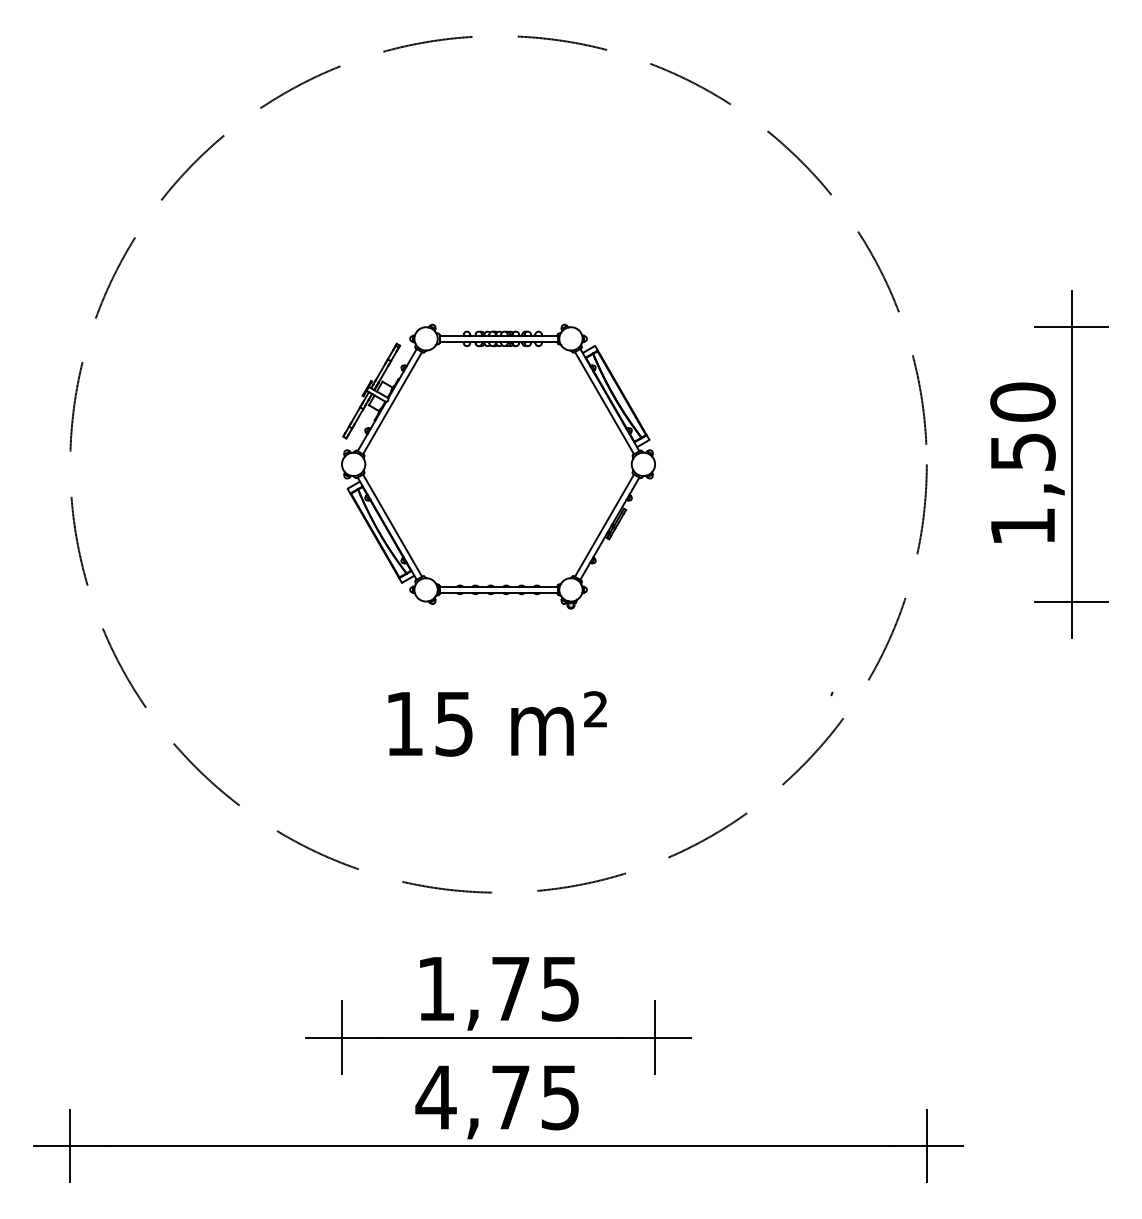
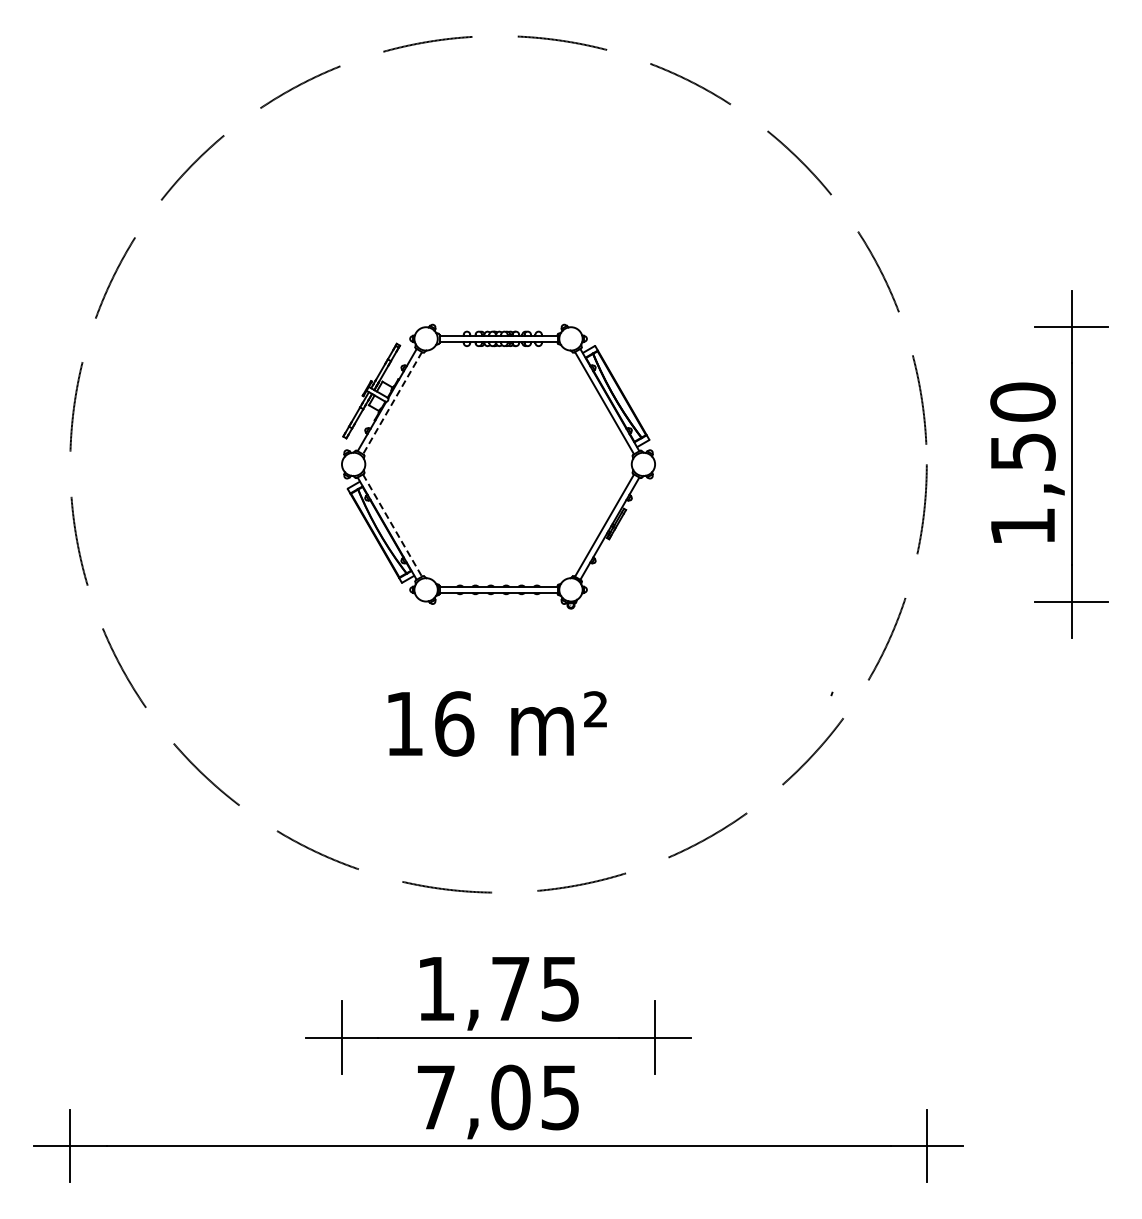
line at (392, 403): solid -> dashed
line at (392, 526): solid -> dashed
text at (454, 723): 15 -> 16
text at (472, 1097): 4,75 -> 7,05
